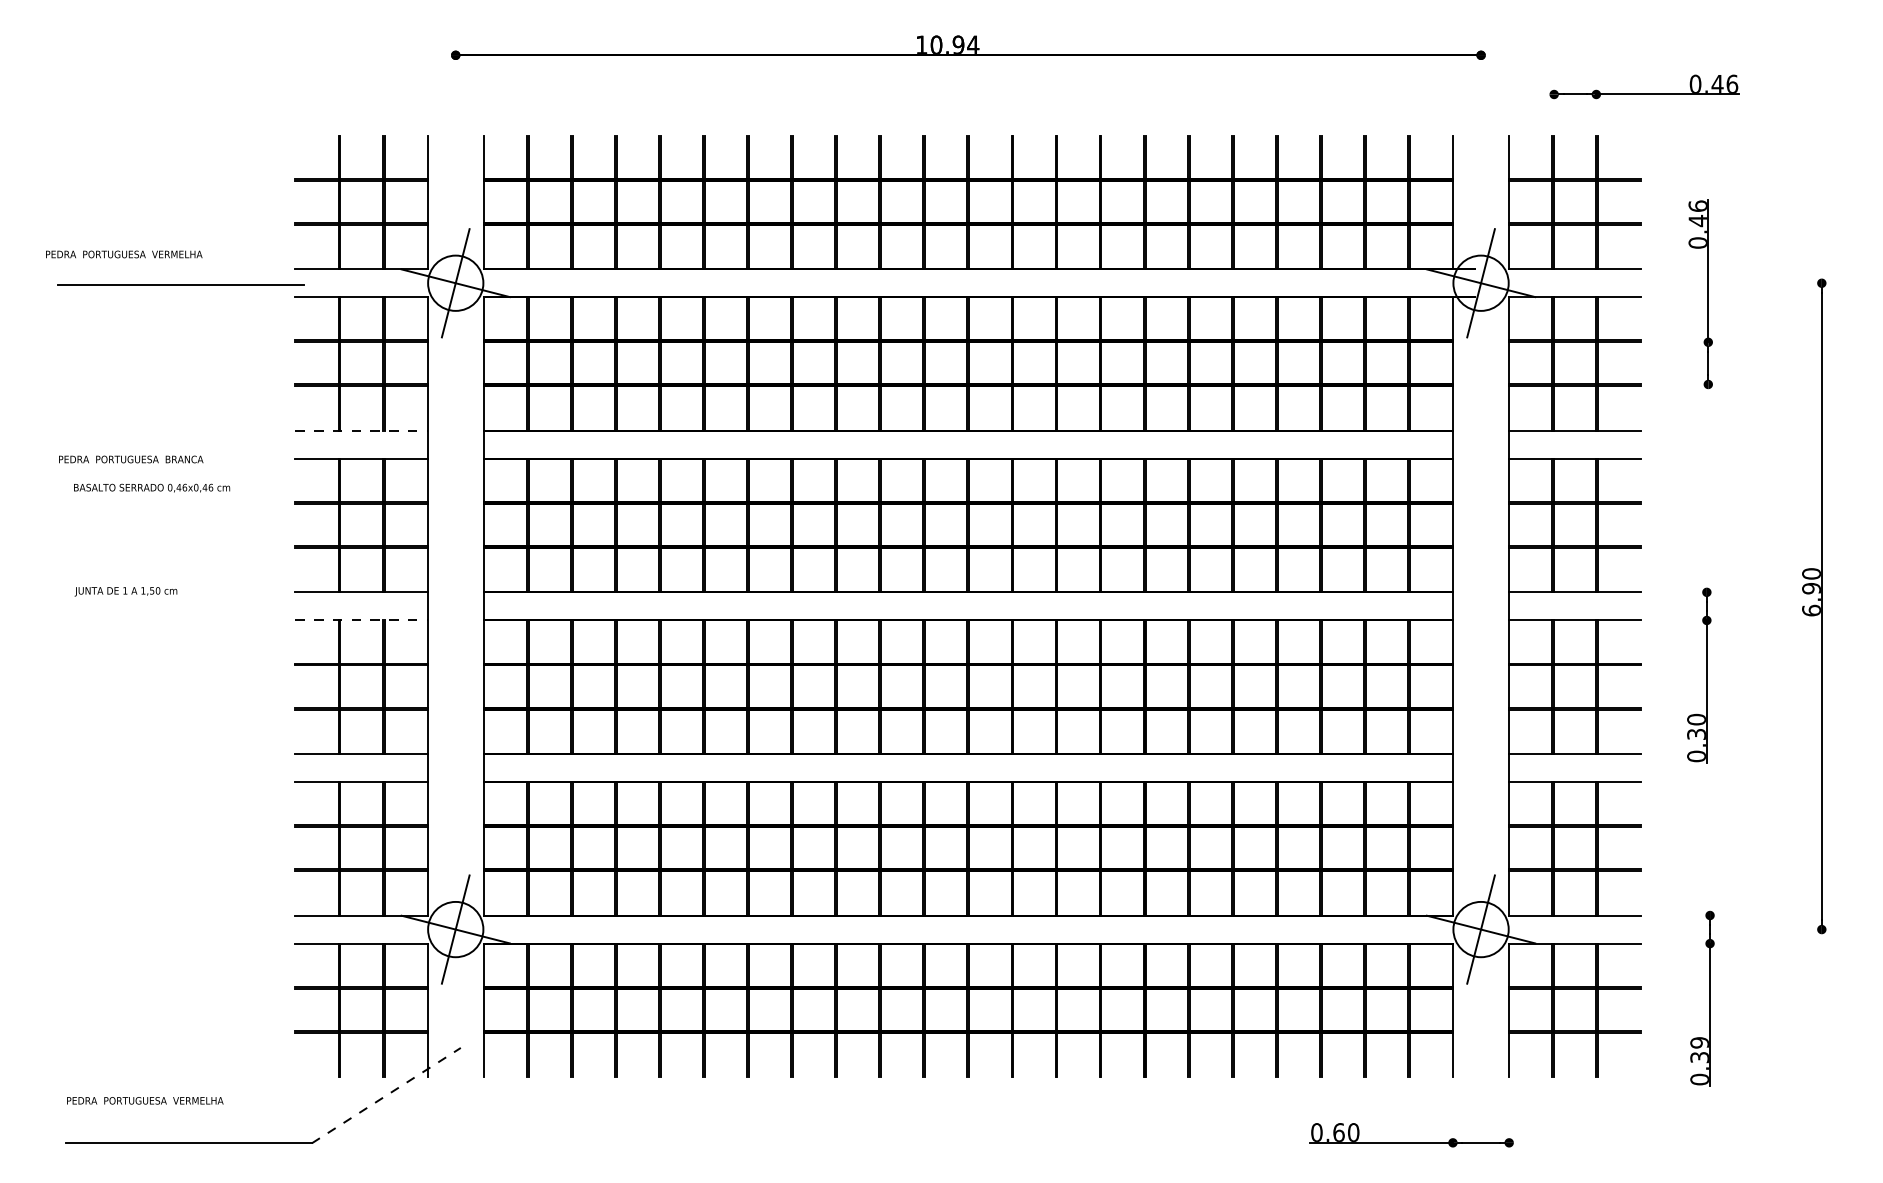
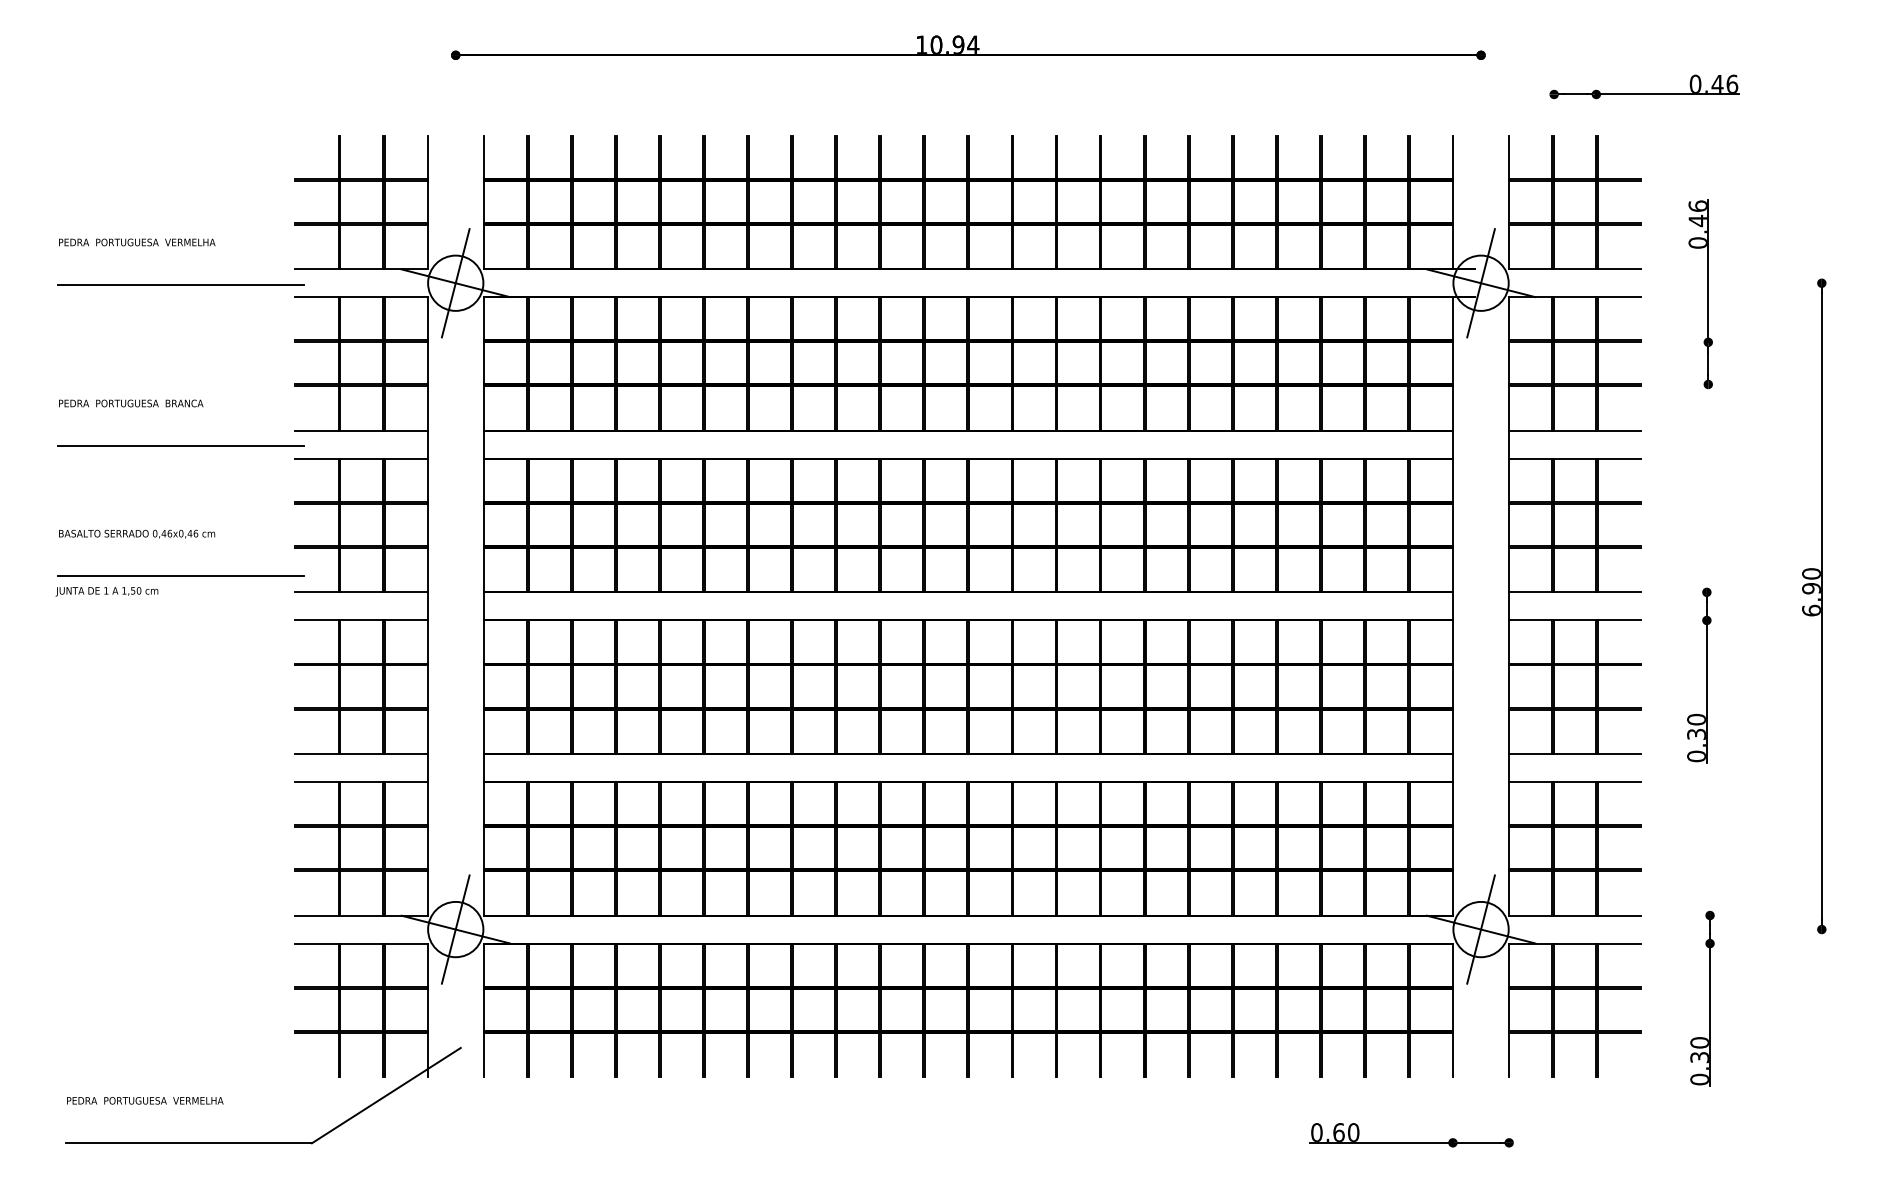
text at (124, 254) position: (124, 254) -> (137, 242)
line at (362, 430): dashed -> solid
line at (180, 445): none -> present
text at (131, 459) position: (131, 459) -> (131, 403)
text at (152, 487) position: (152, 487) -> (137, 533)
line at (180, 576): none -> present
text at (125, 591) position: (125, 591) -> (106, 591)
line at (362, 620): dashed -> solid
text at (1699, 1042): 0.39 -> 0.30
line at (386, 1095): dashed -> solid
